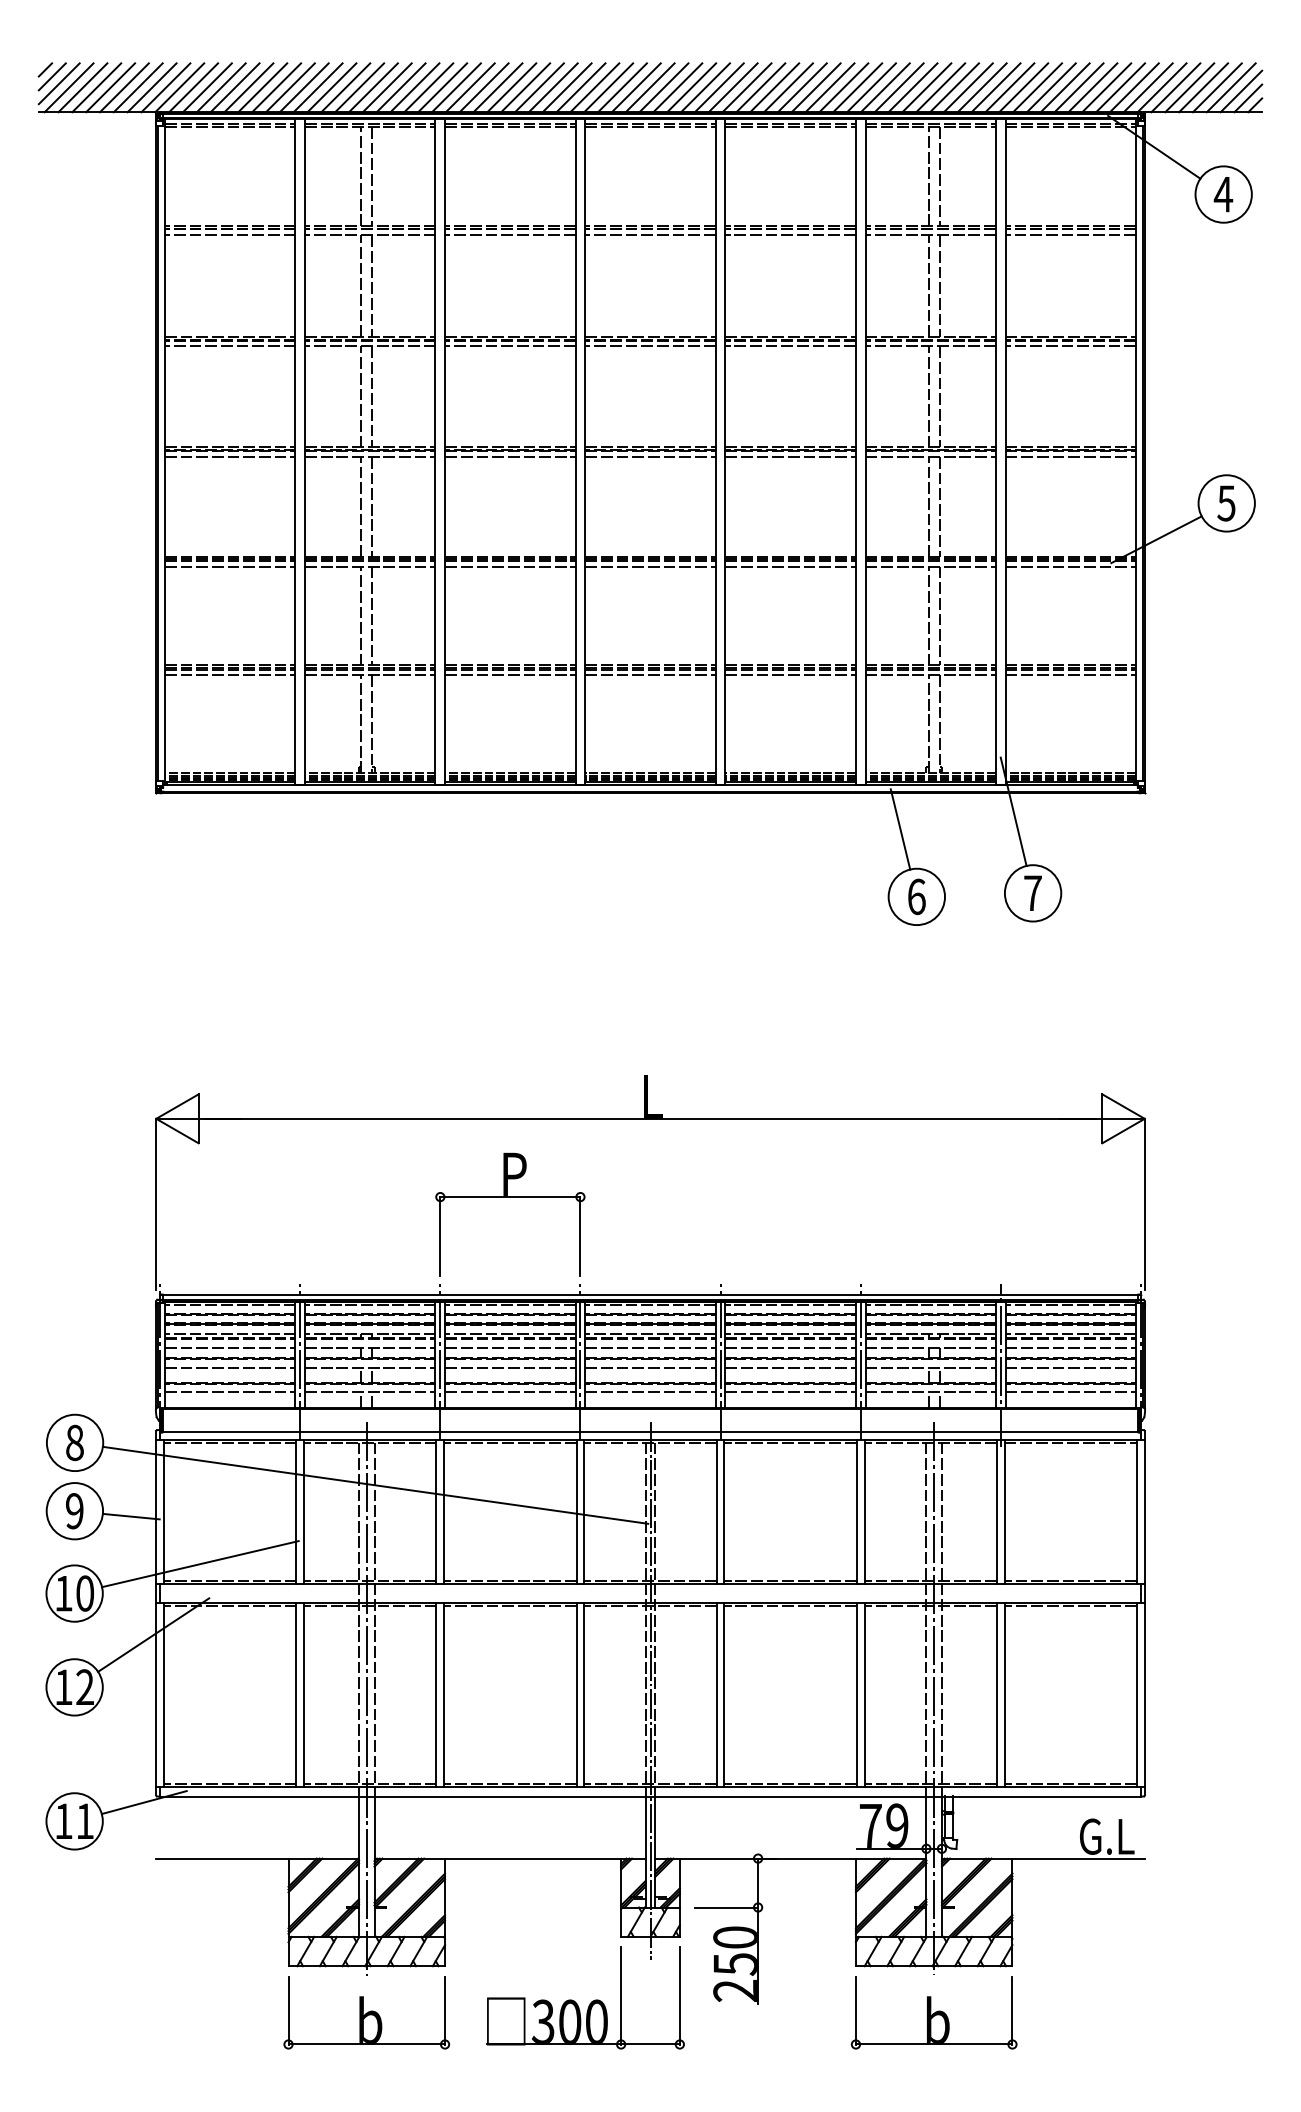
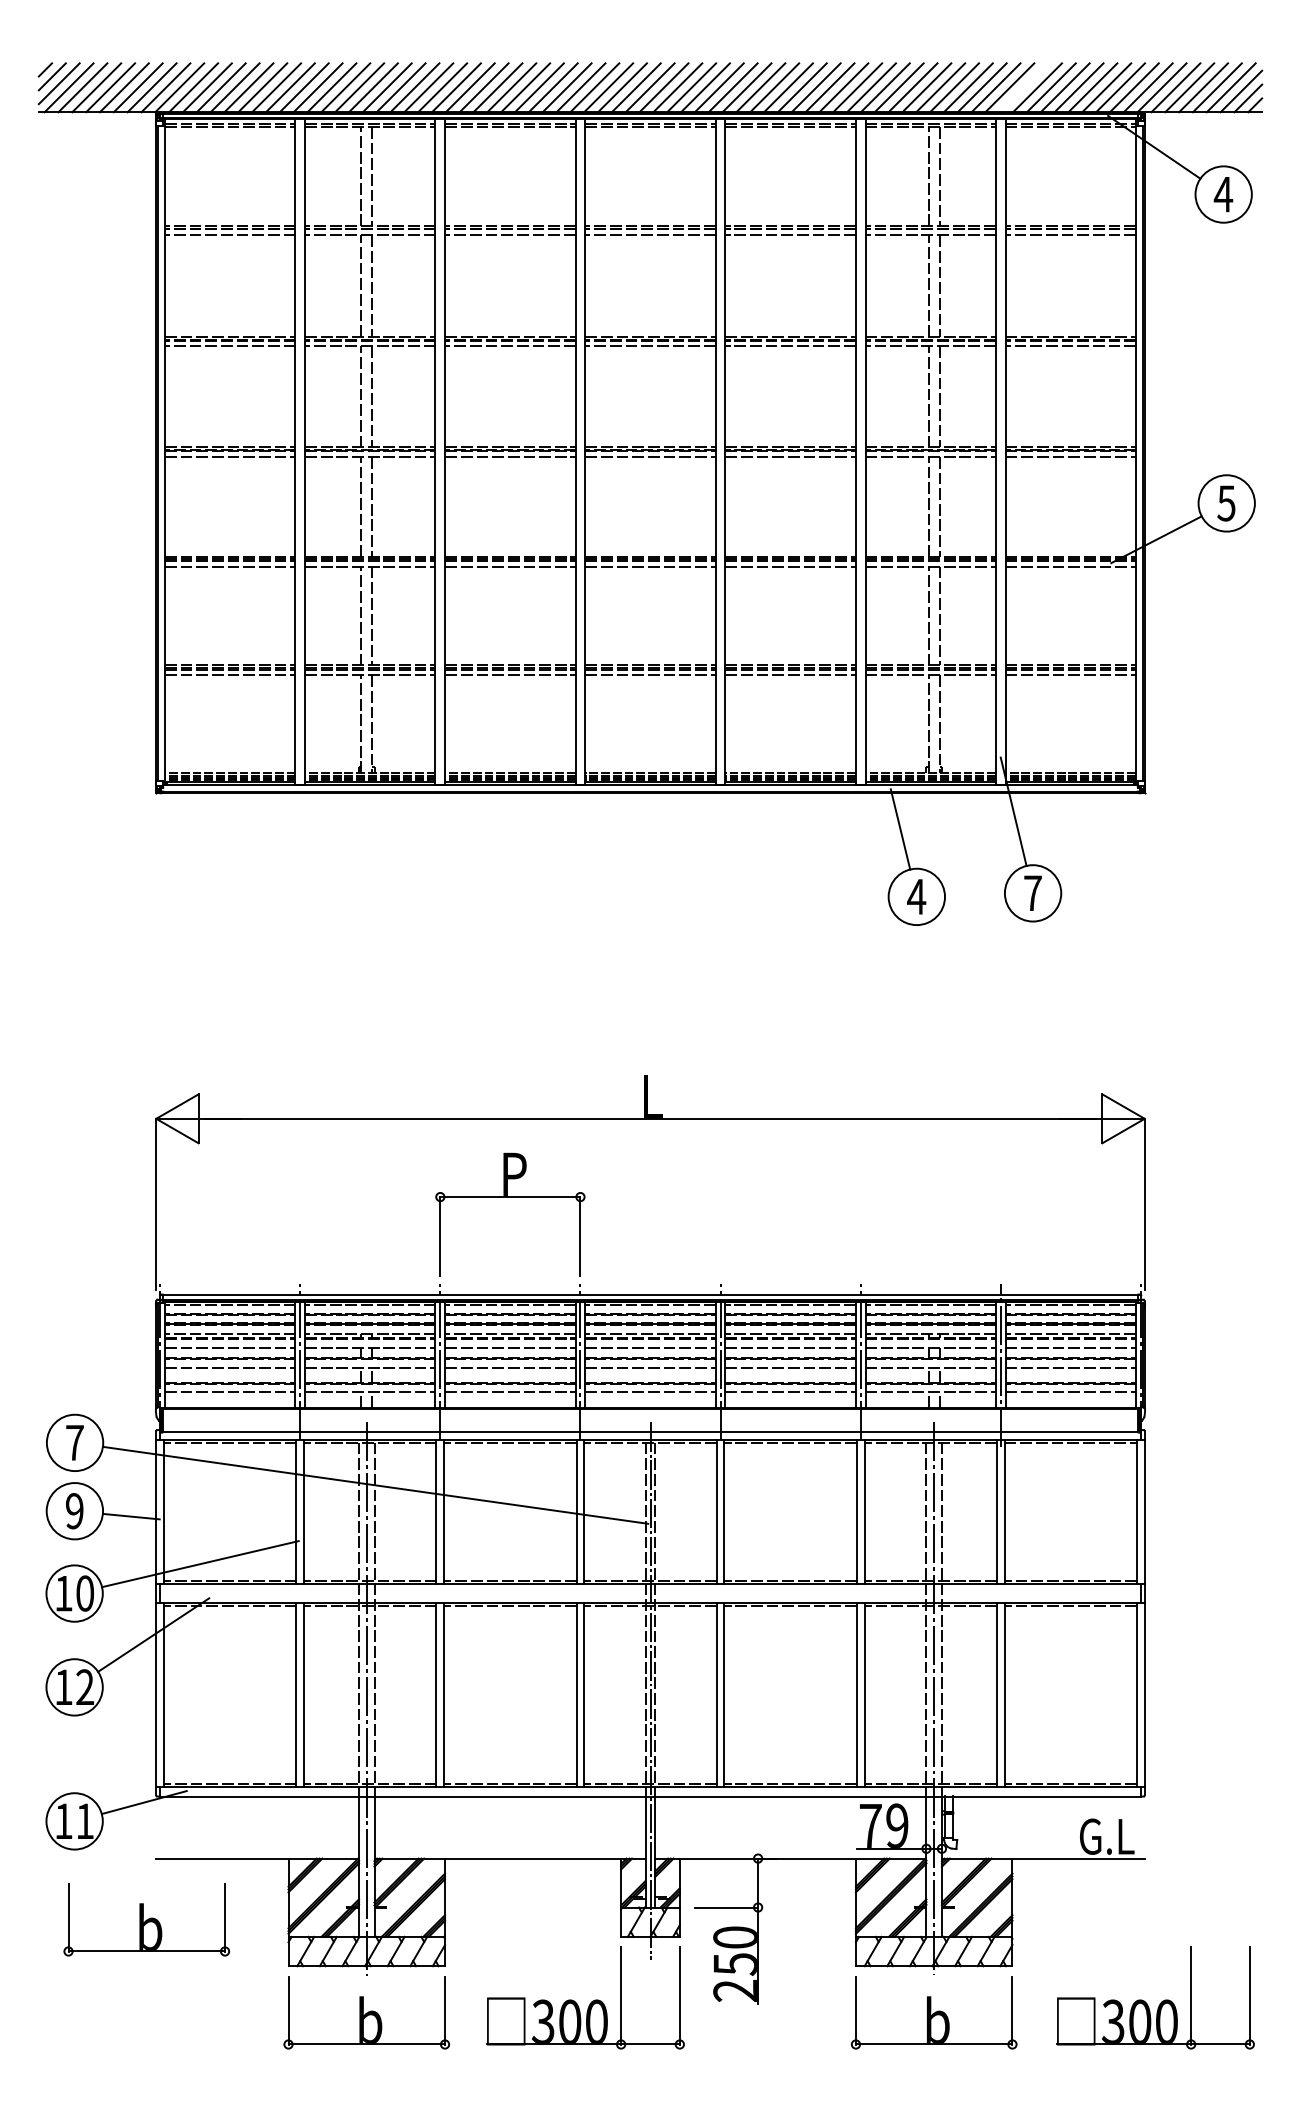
line at (1023, 87): present -> none
text at (916, 896): 6 -> 4
text at (74, 1442): 8 -> 7
part at (146, 1919): none -> present
part at (1160, 2002): none -> present
